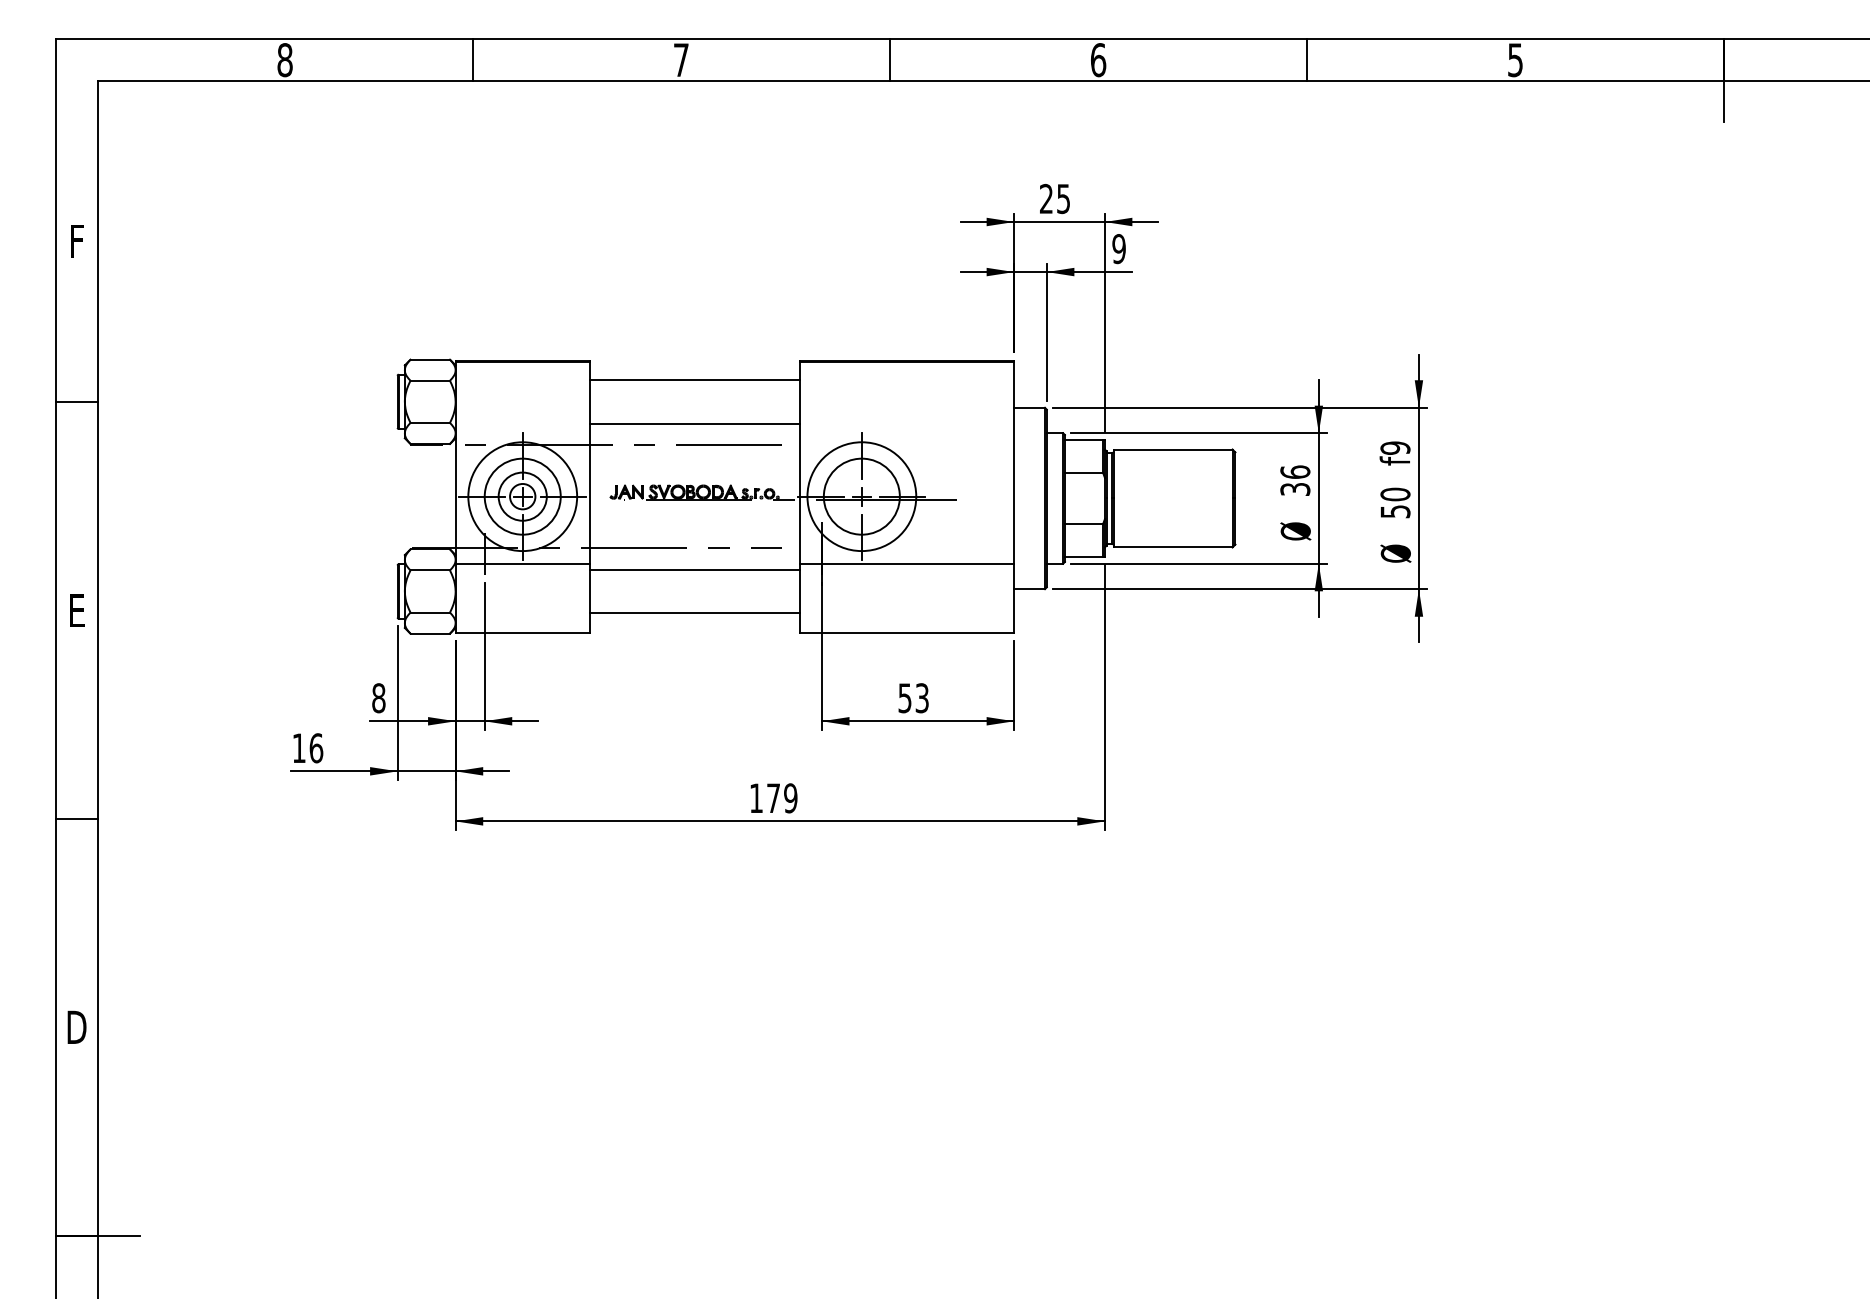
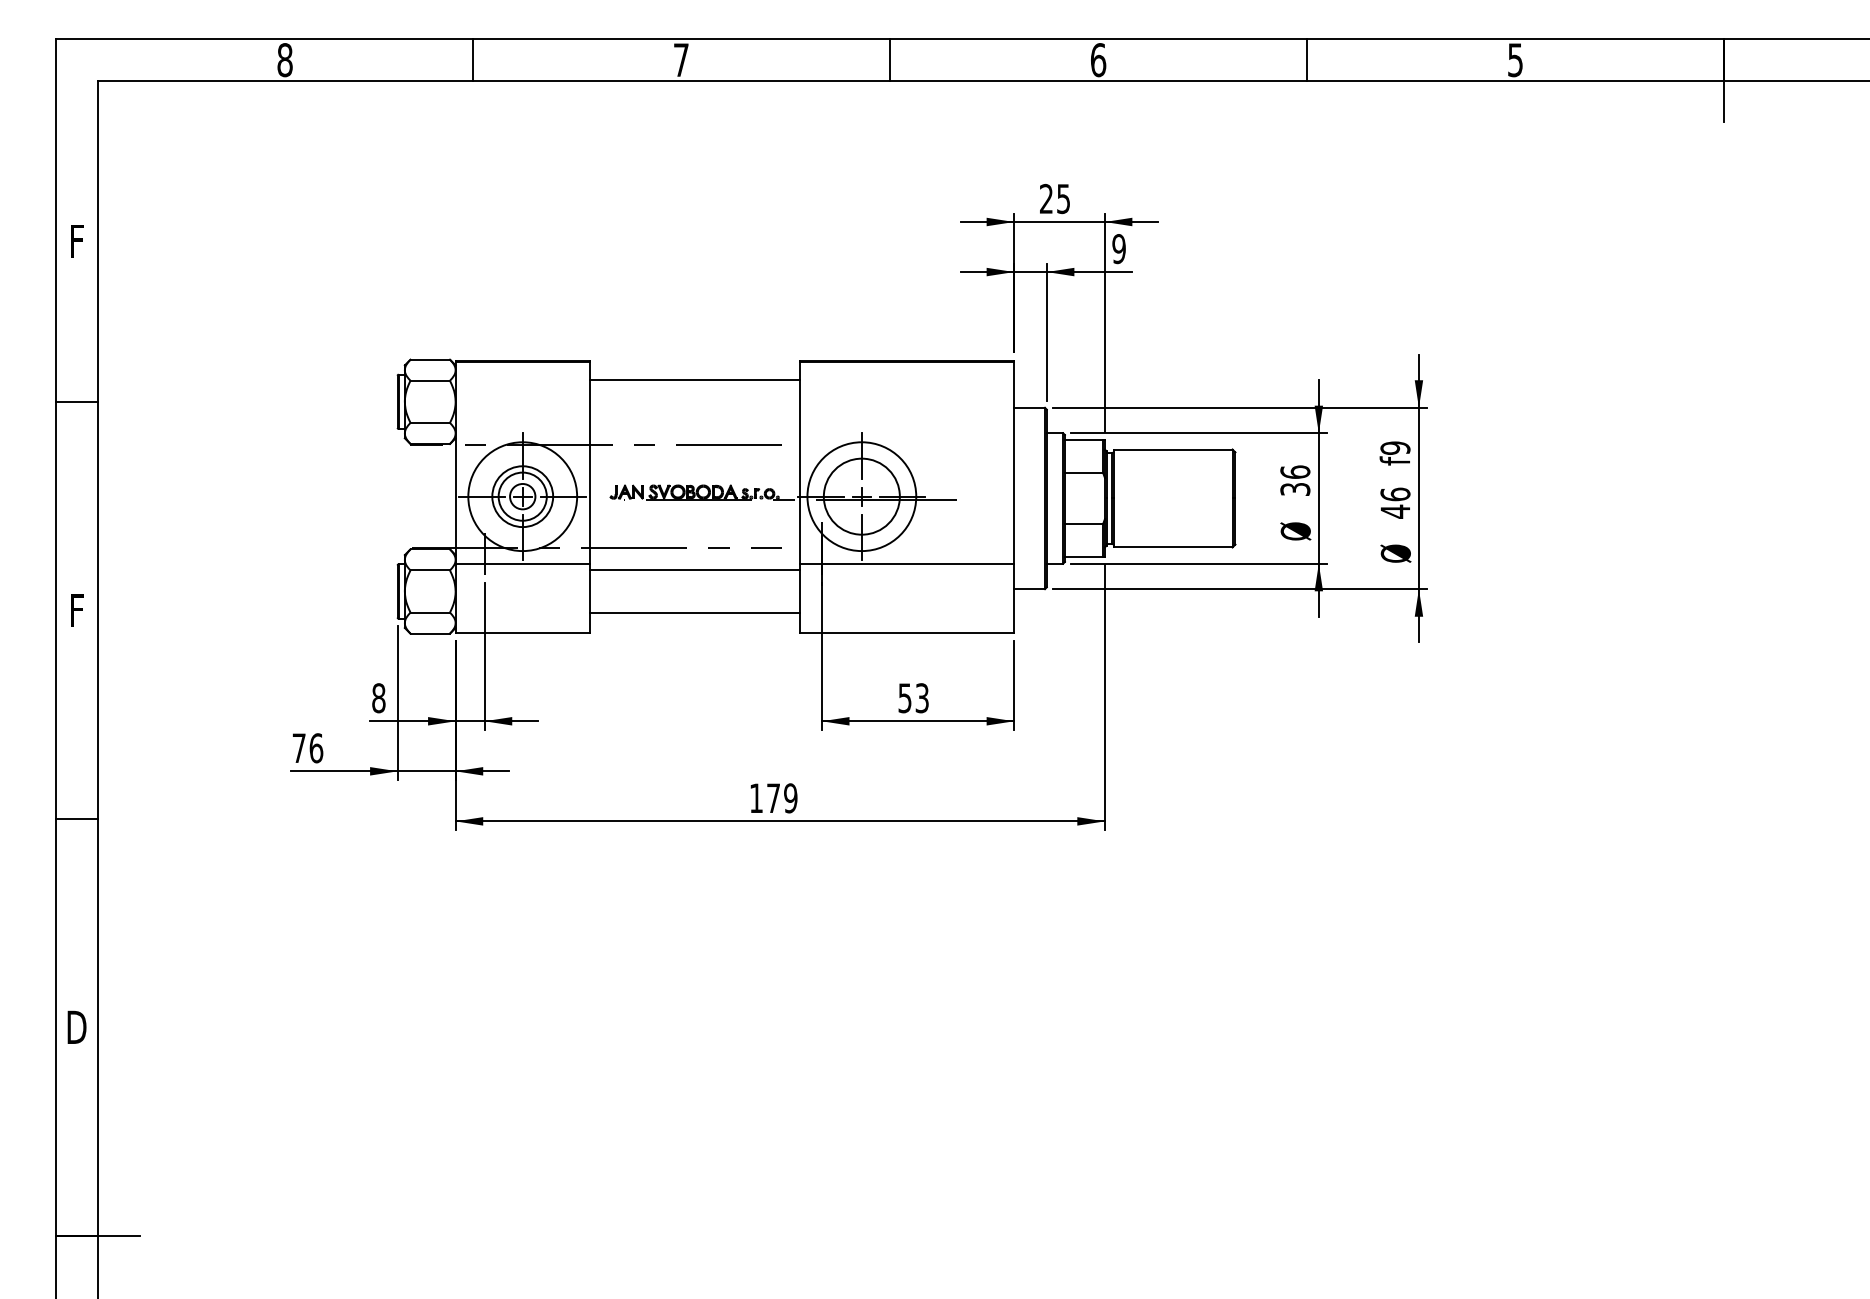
line at (694, 423): present -> none
circle at (522, 496) diameter: 76 px -> 61 px
text at (1395, 502): 50 -> 46
text at (77, 610): E -> F
text at (298, 747): 16 -> 76
